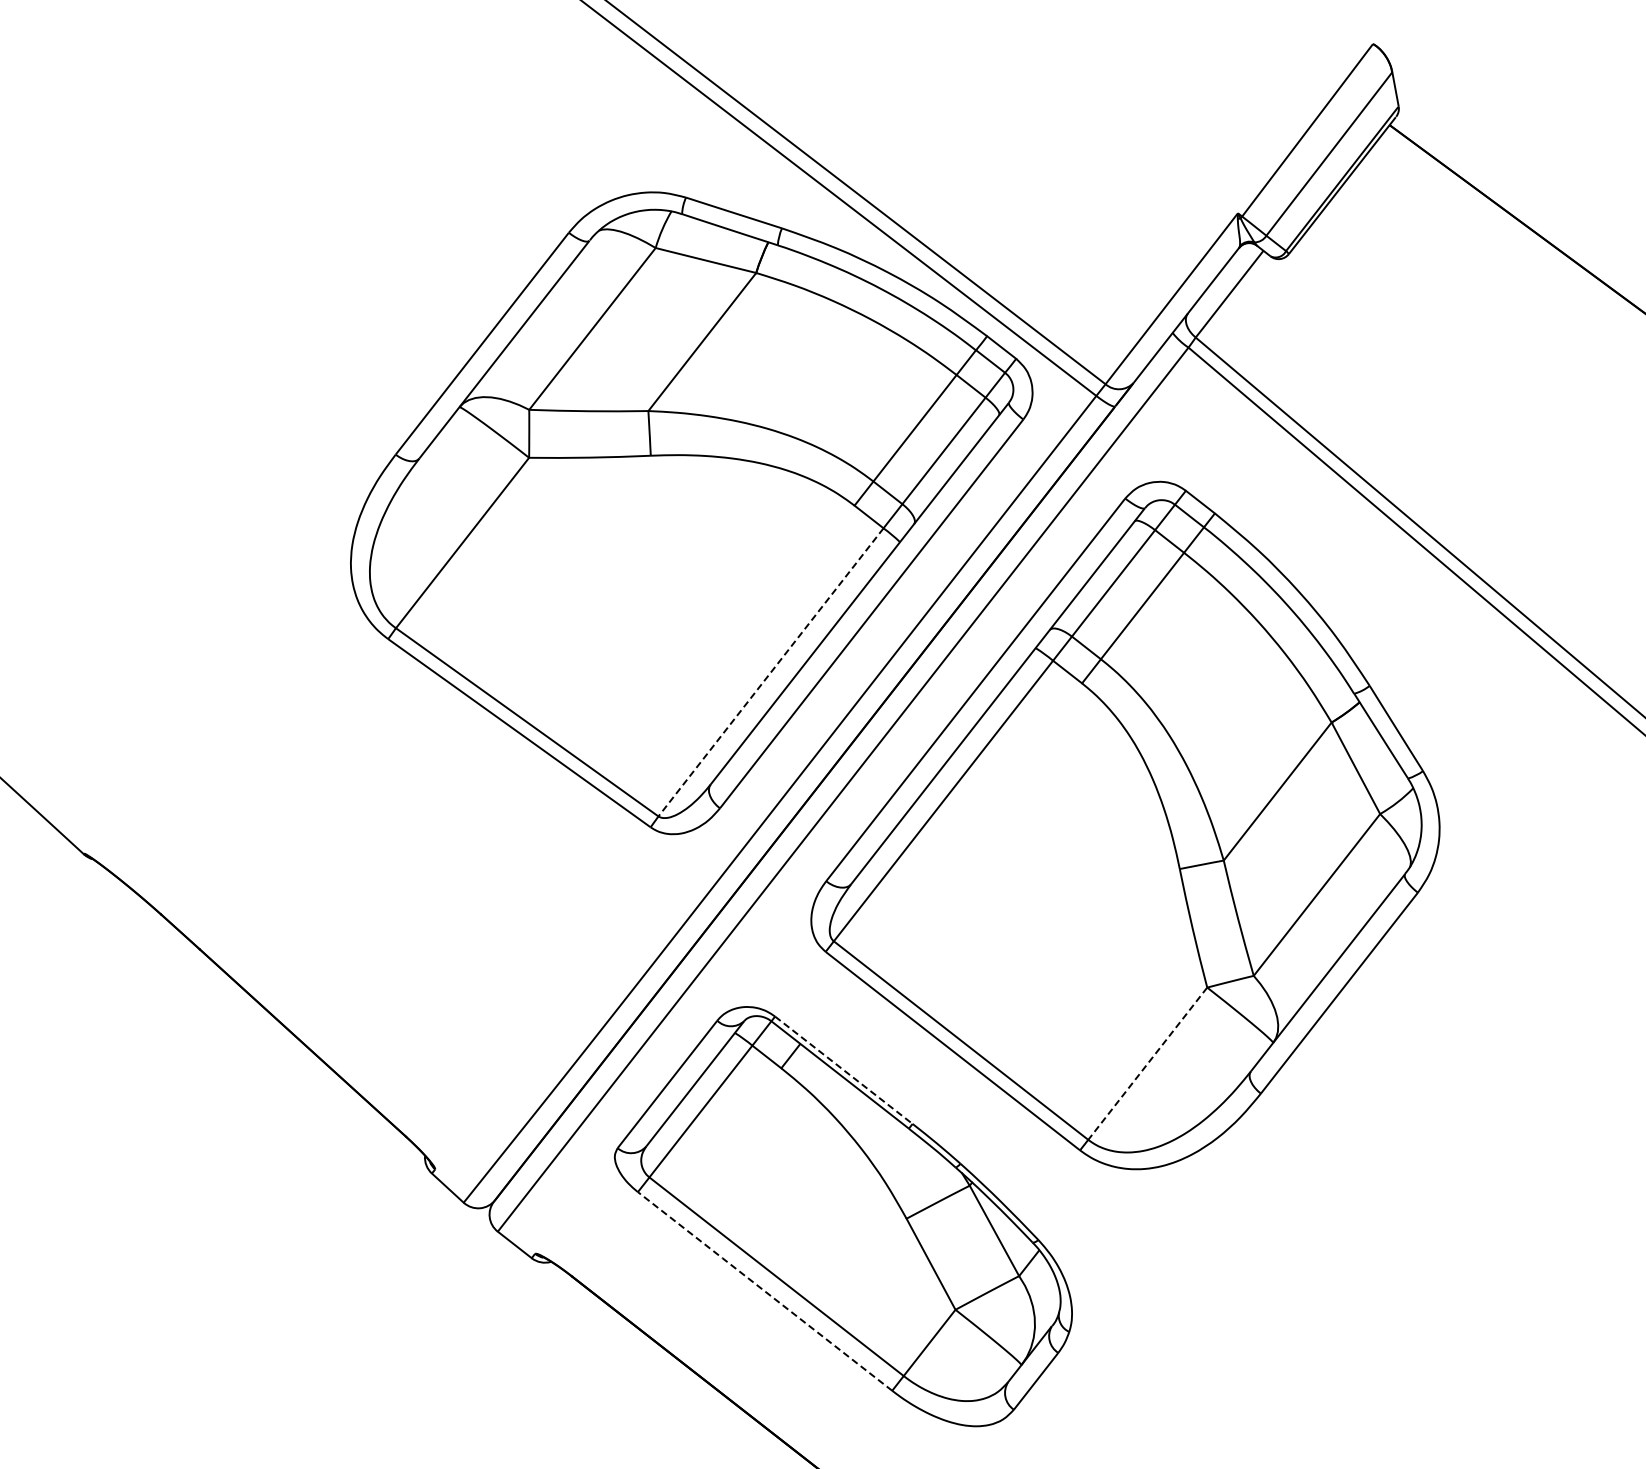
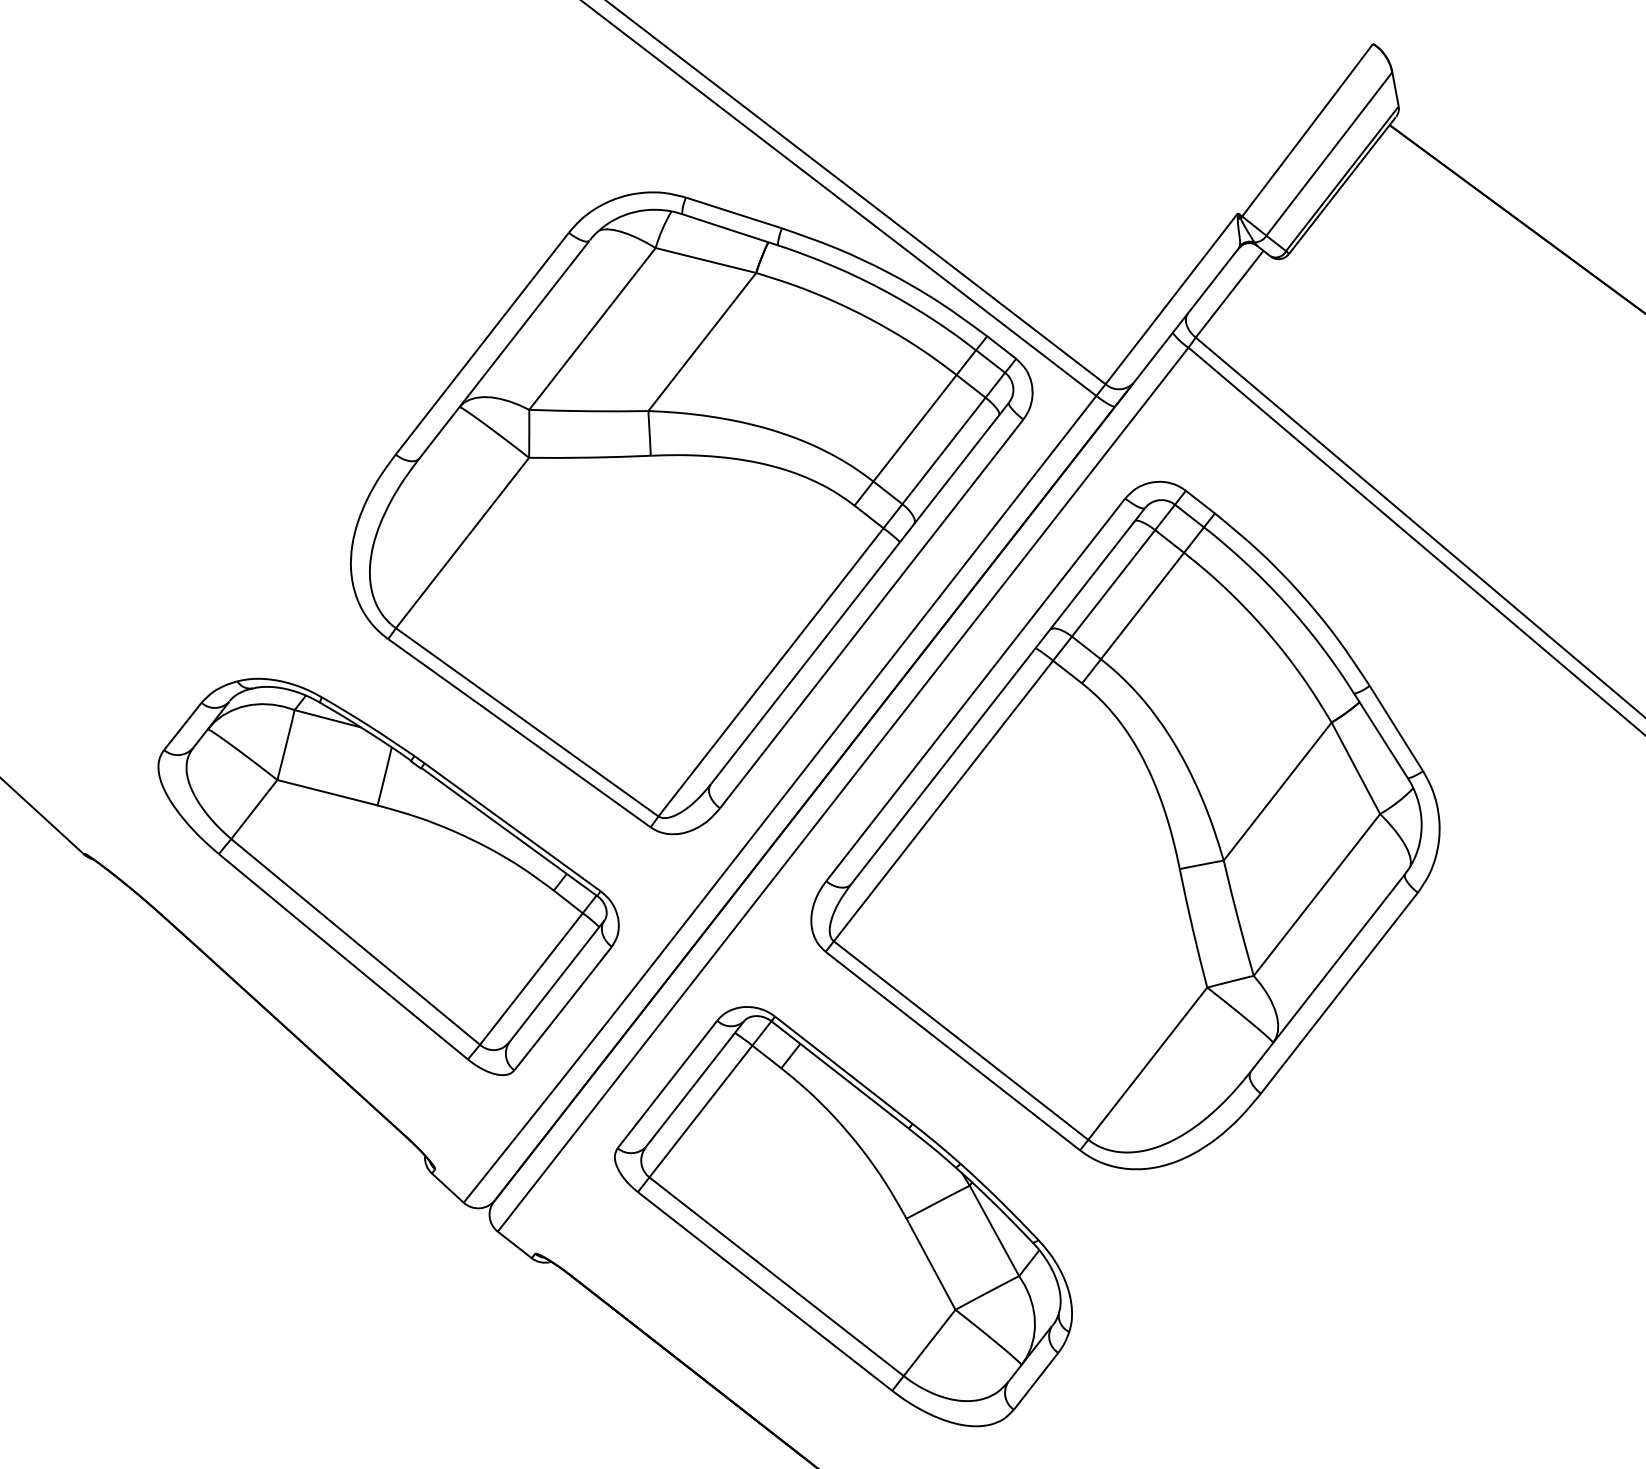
line at (771, 672): dashed -> solid
part at (388, 876): none -> present
line at (1147, 1063): dashed -> solid
line at (843, 1070): dashed -> solid
line at (765, 1291): dashed -> solid
